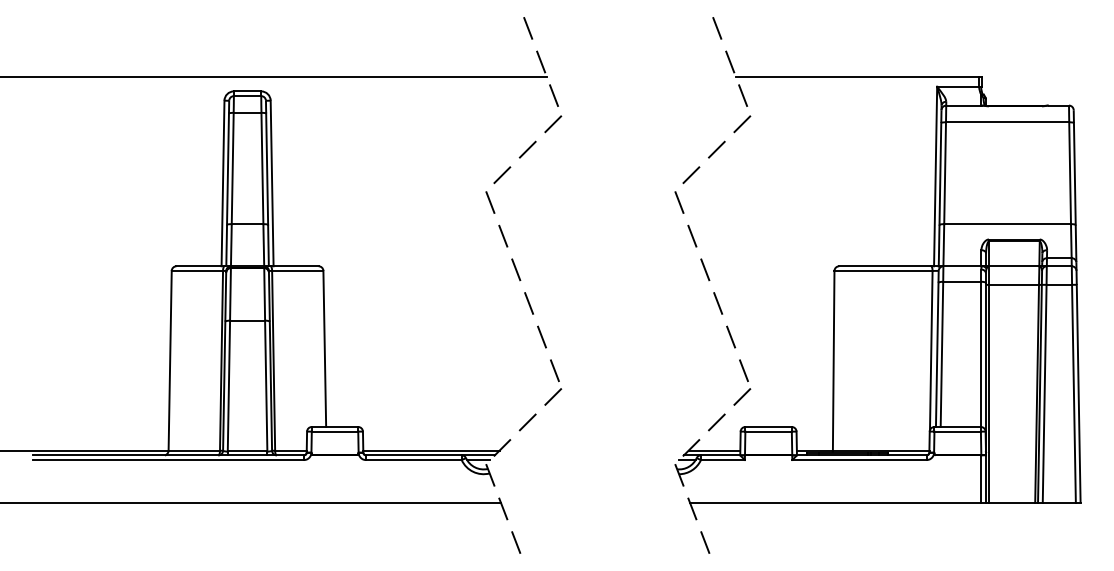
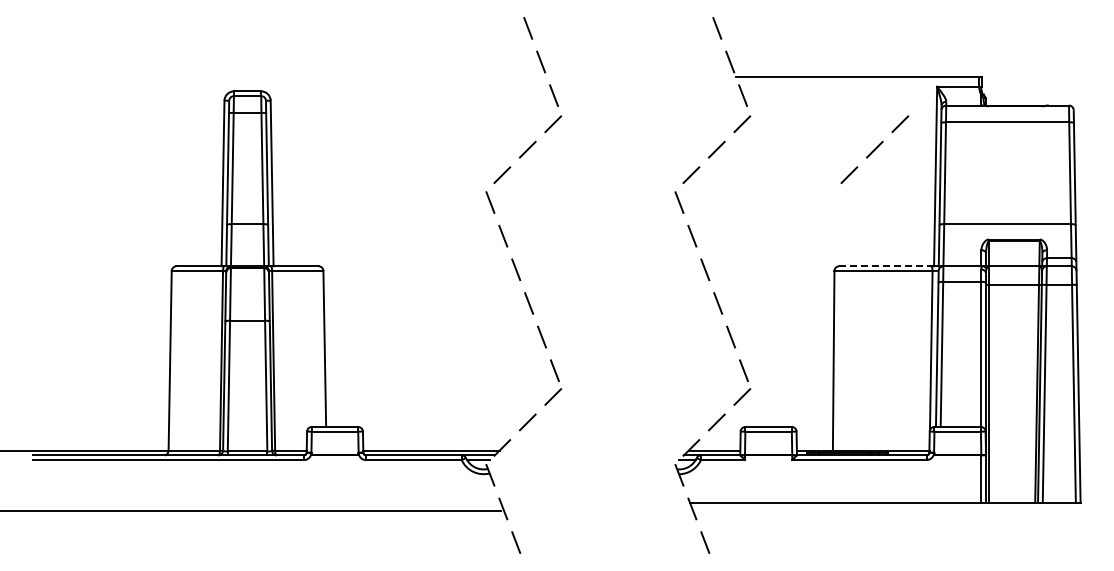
line at (274, 77): present -> none
line at (874, 149): none -> present
line at (885, 266): solid -> dashed
line at (251, 502) position: (251, 502) -> (251, 510)
